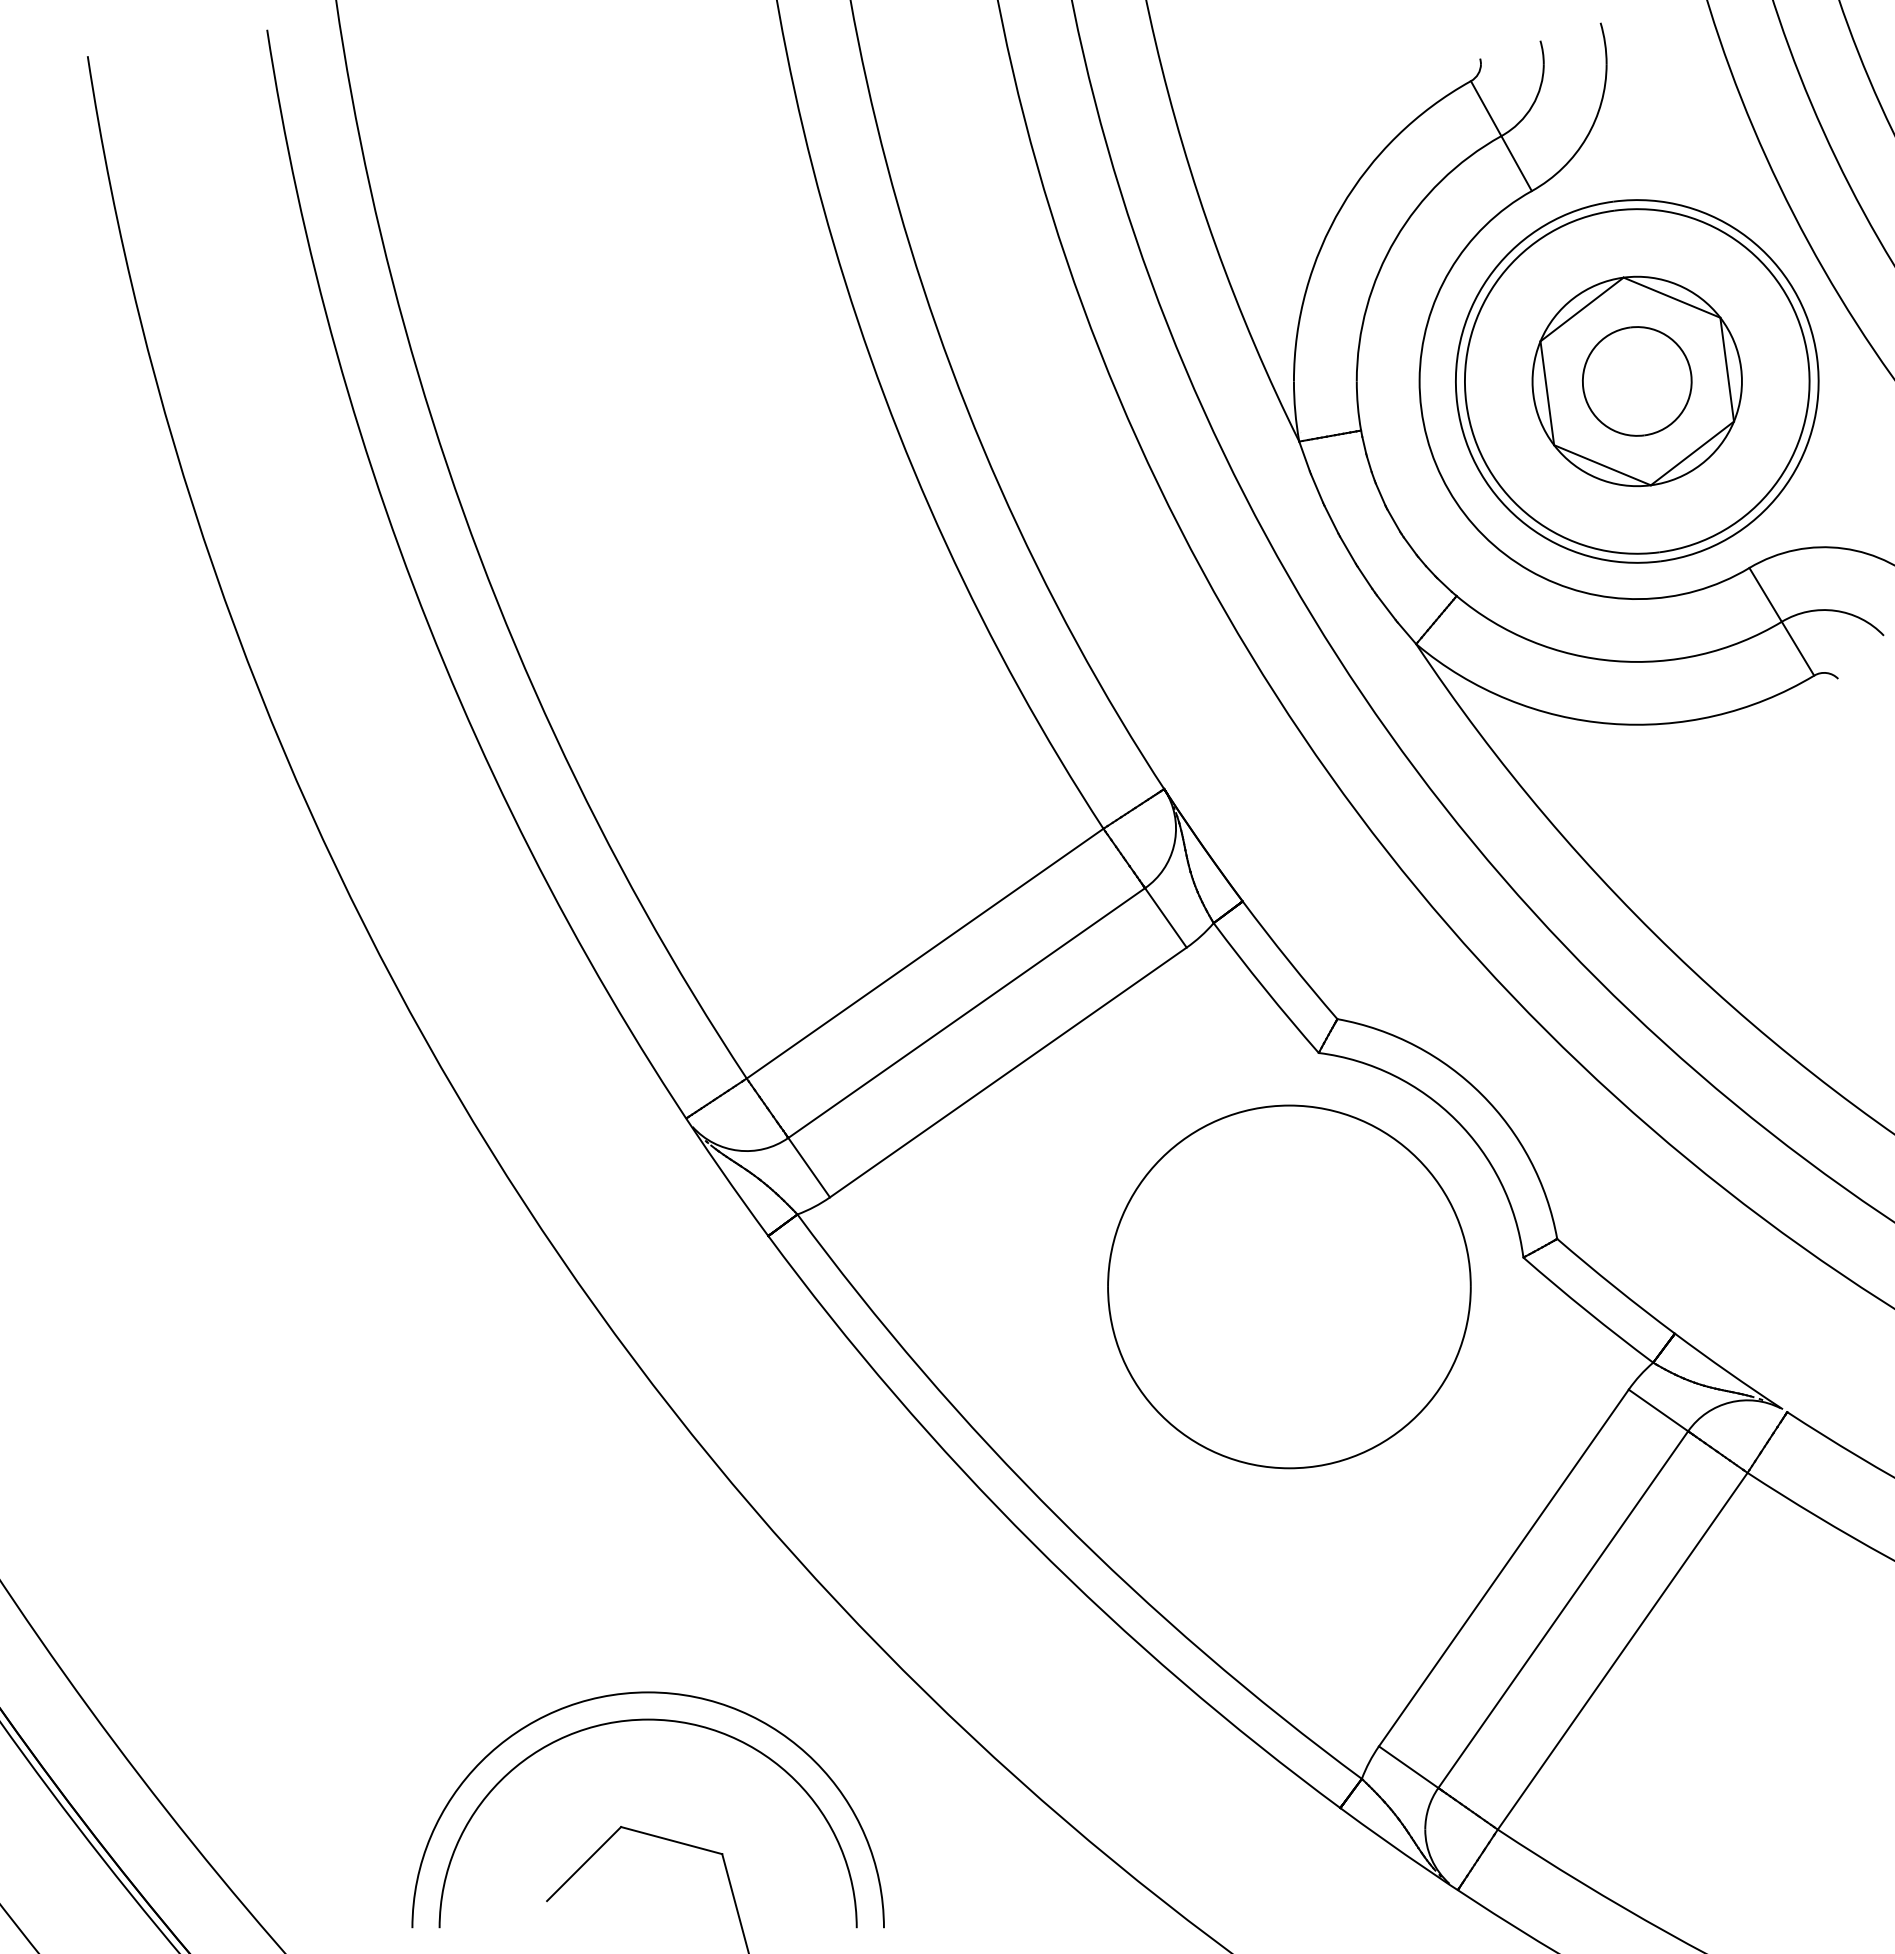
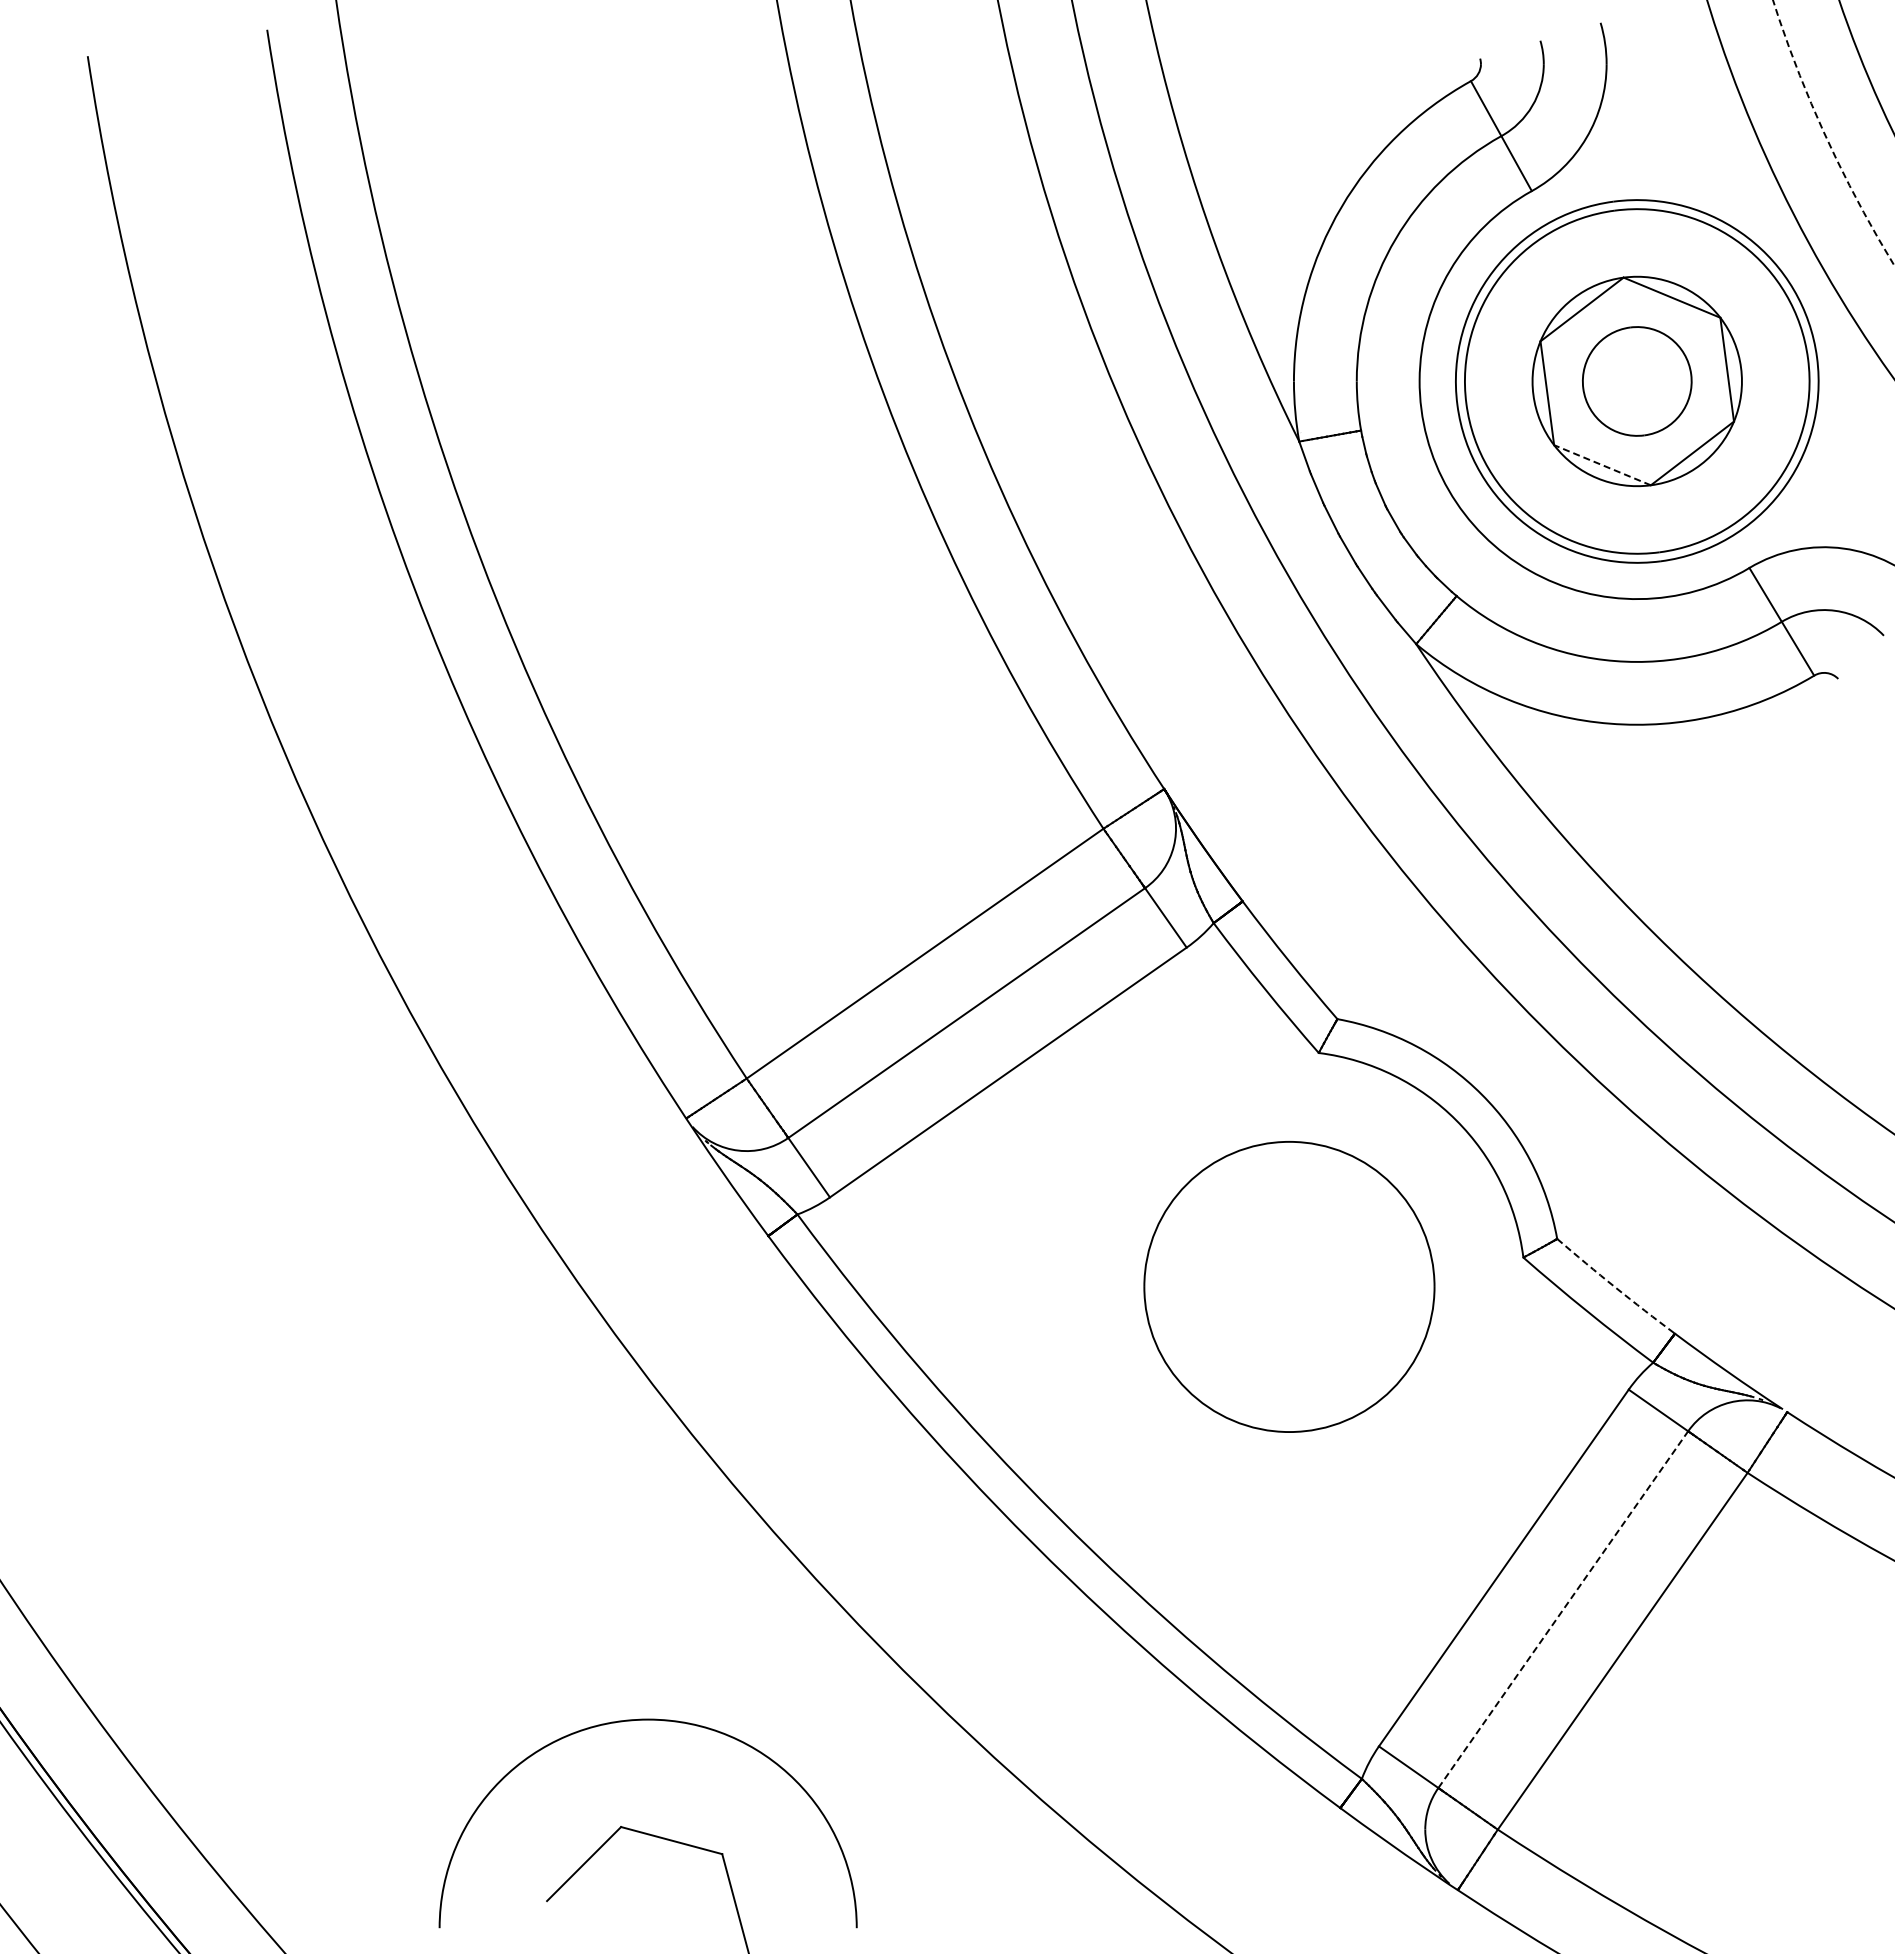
arc at (1826, 137): solid -> dashed
line at (1602, 465): solid -> dashed
part at (1289, 1286) size: 365x366 px -> 293x292 px
arc at (1615, 1287): solid -> dashed
line at (1563, 1609): solid -> dashed
arc at (647, 1693): present -> none
